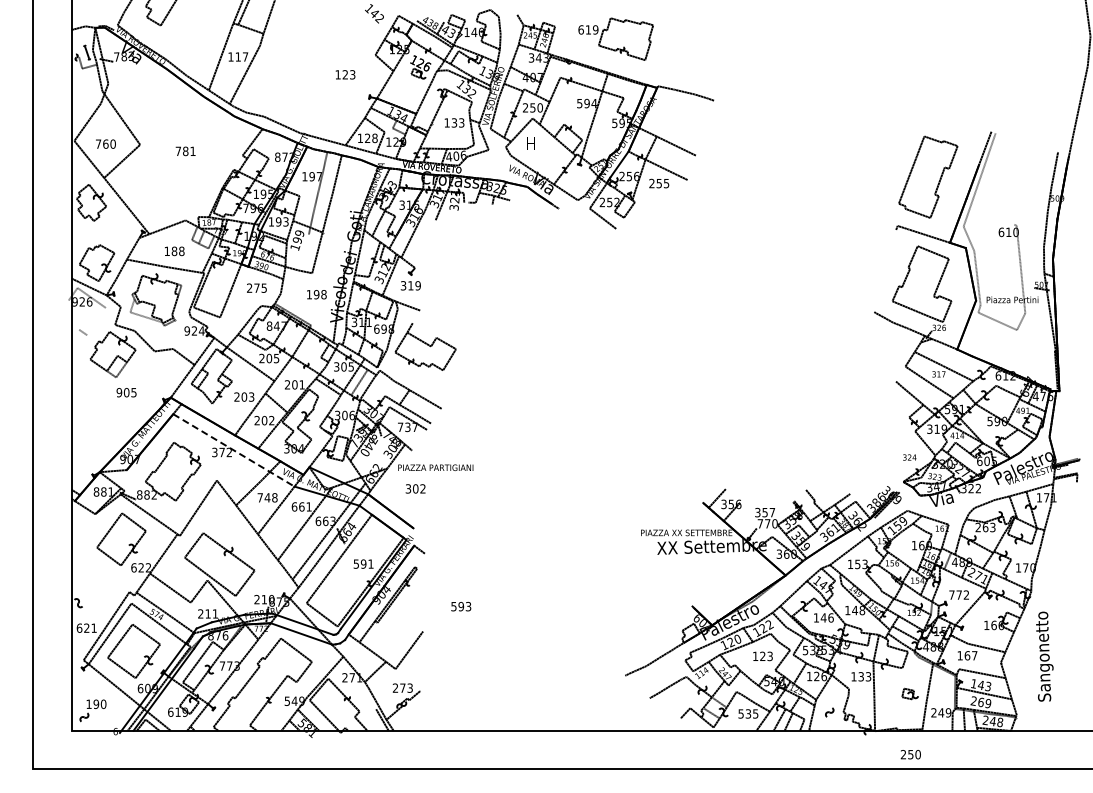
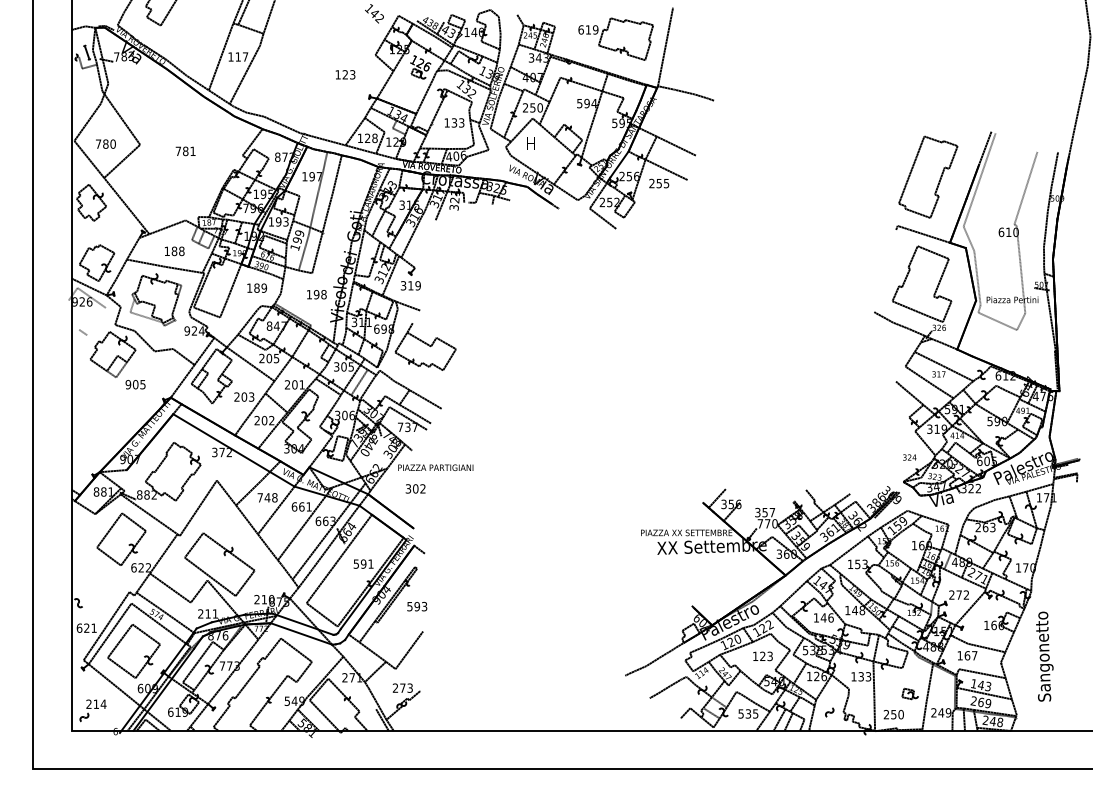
line at (665, 46): none -> present
text at (105, 143): 760 -> 780
line at (1025, 188): none -> present
line at (303, 252): none -> present
text at (257, 287): 275 -> 189
text at (126, 392) position: (126, 392) -> (135, 384)
line at (233, 450): dashed -> solid
text at (951, 594): 772 -> 272
text at (461, 606) position: (461, 606) -> (417, 606)
text at (96, 704): 190 -> 214
text at (910, 754) position: (910, 754) -> (893, 714)
